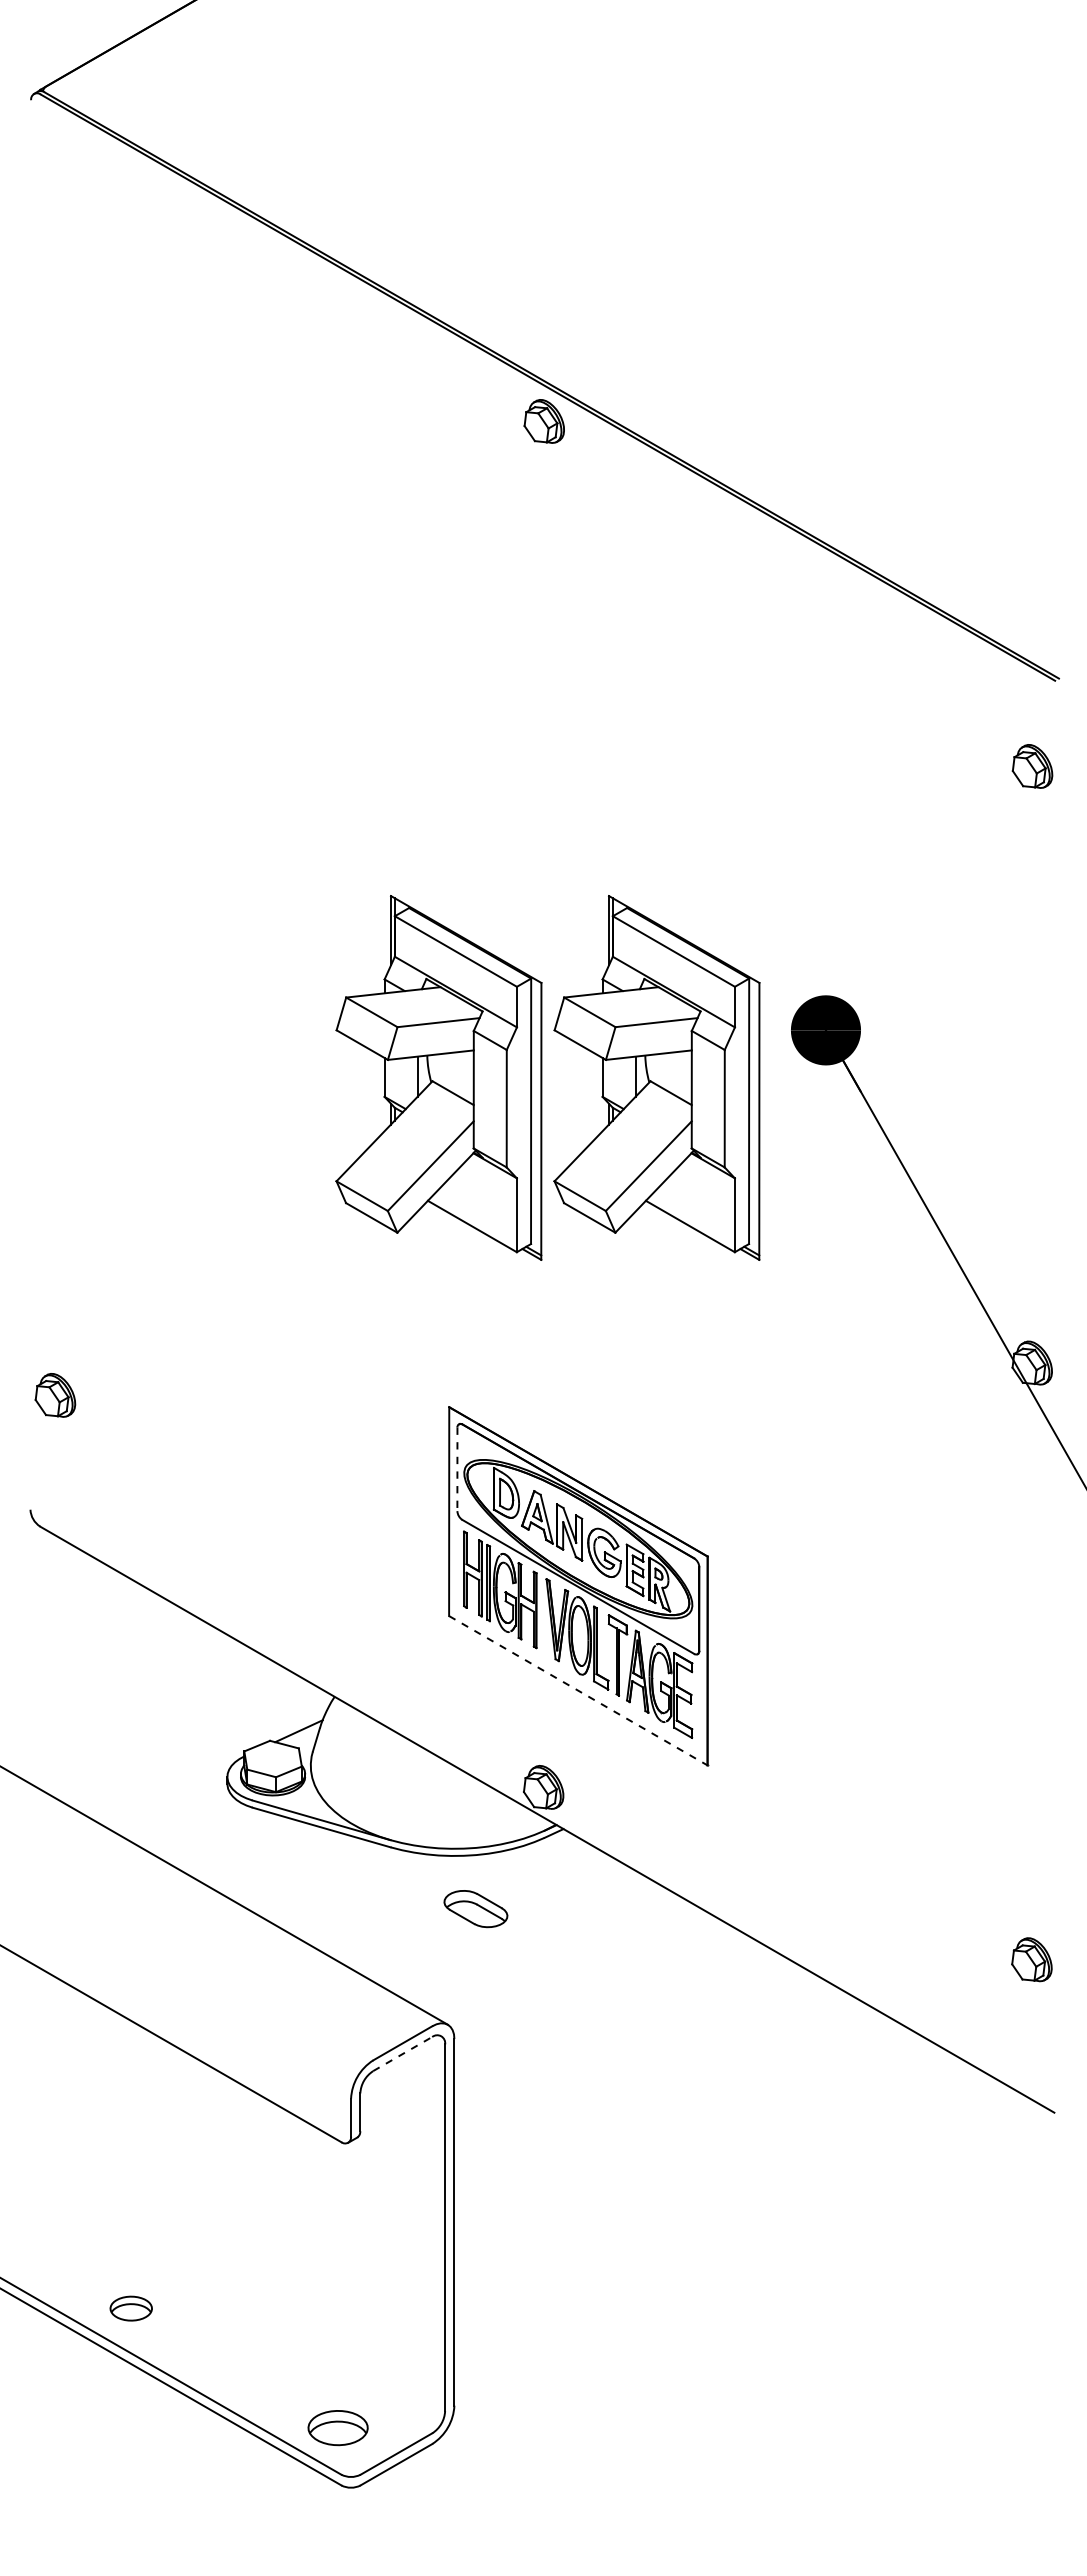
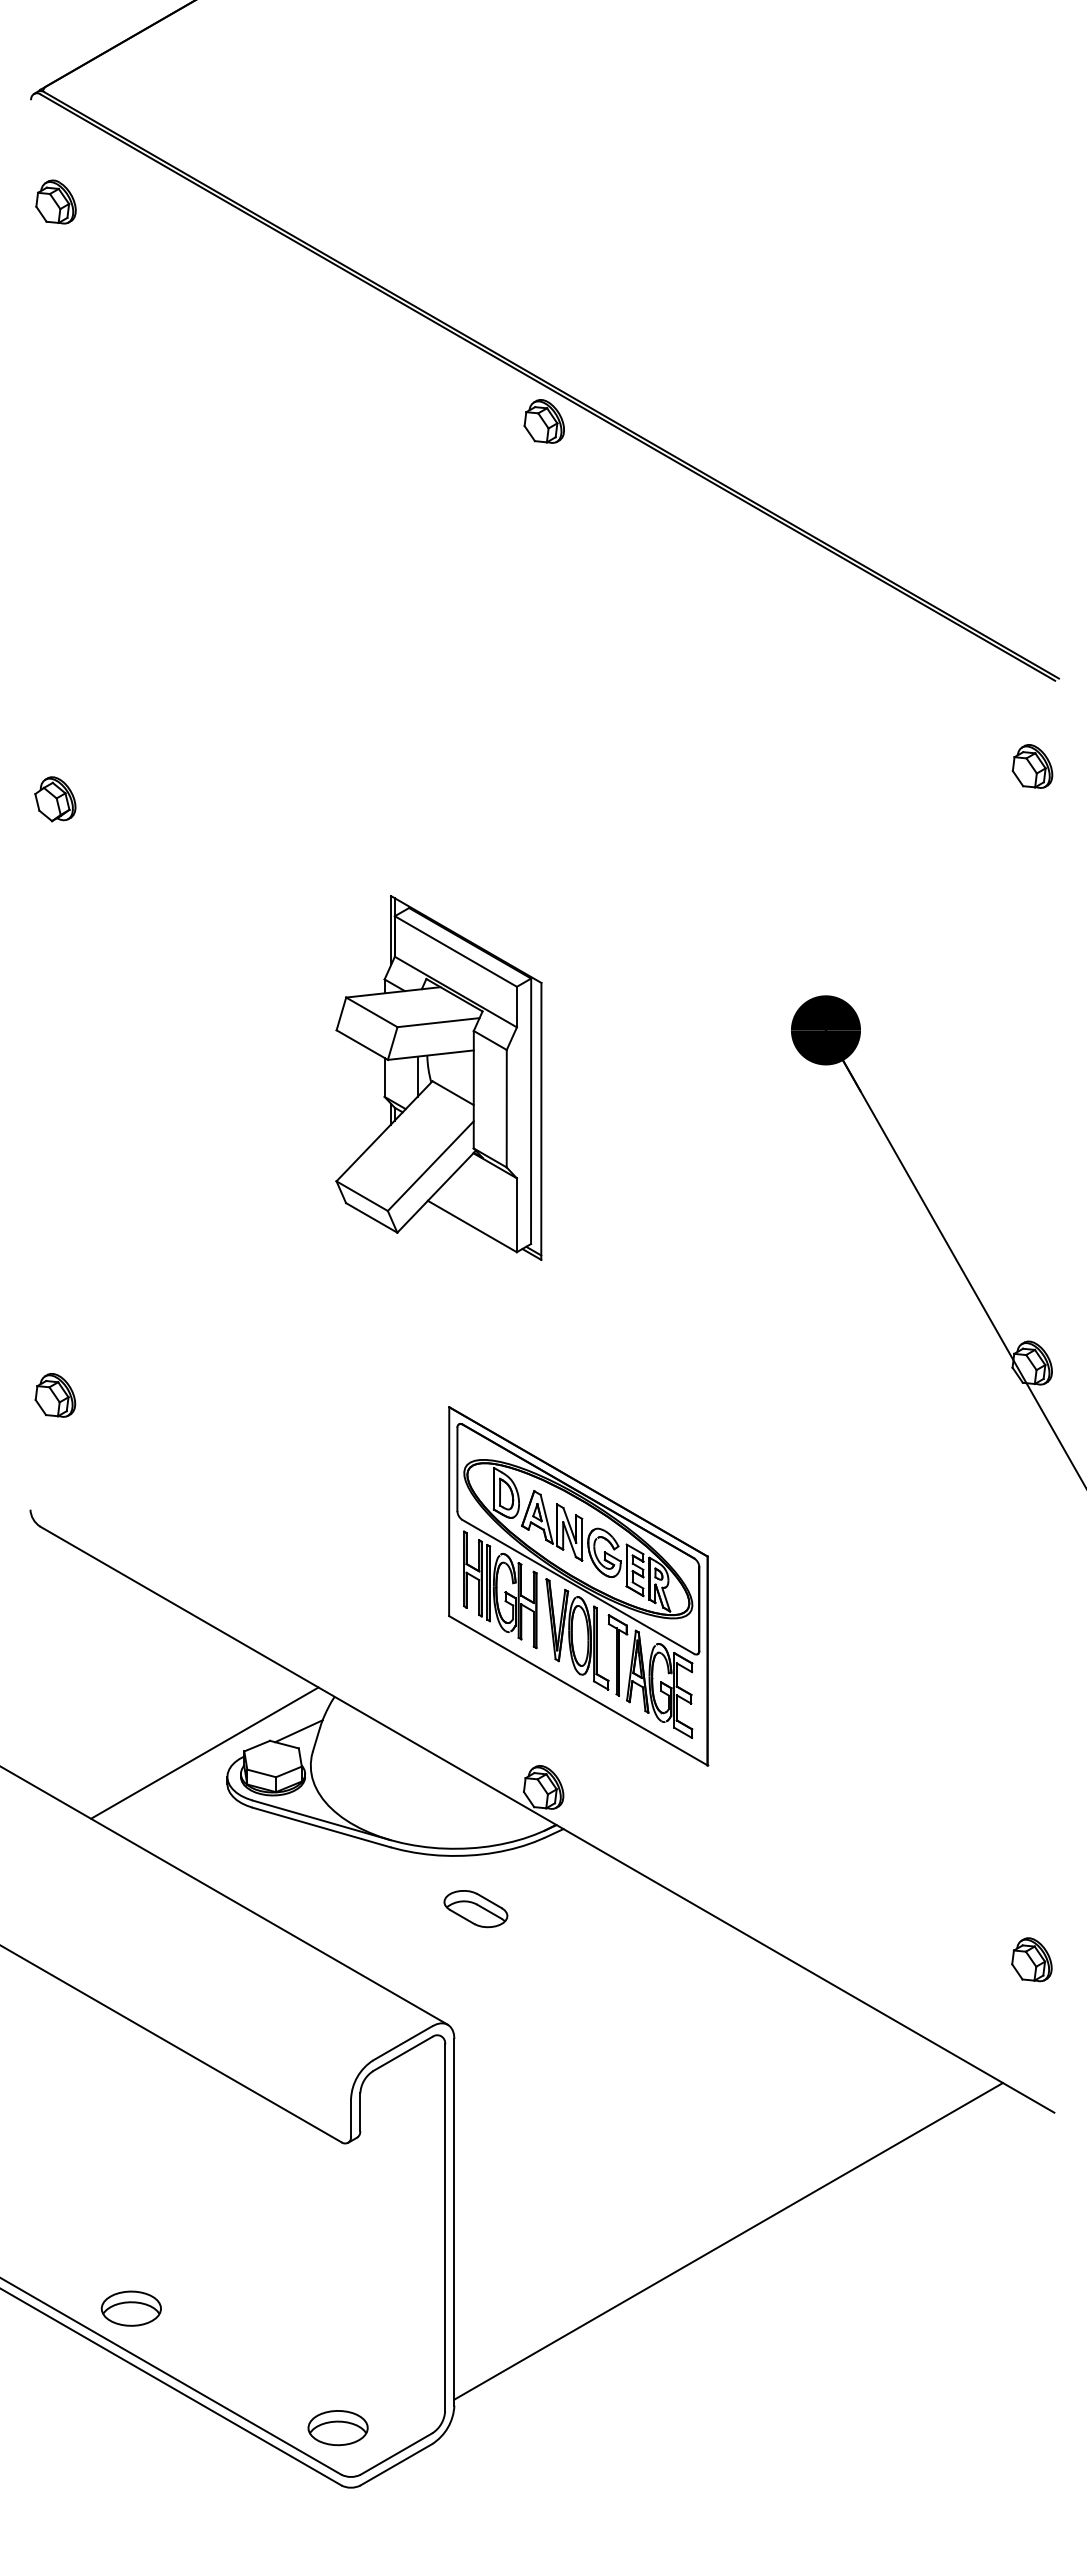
part at (55, 201): none -> present
part at (55, 799): none -> present
part at (656, 1077): present -> none
line at (457, 1469): dashed -> solid
line at (578, 1690): dashed -> solid
line at (204, 1752): none -> present
line at (403, 2053): dashed -> solid
line at (728, 2241): none -> present
part at (130, 2308) size: 44x27 px -> 62x37 px
